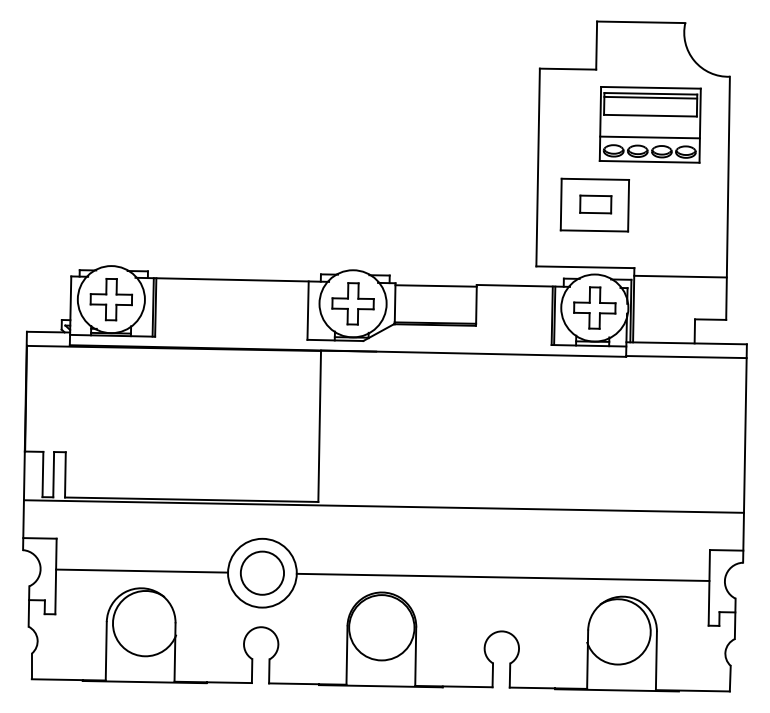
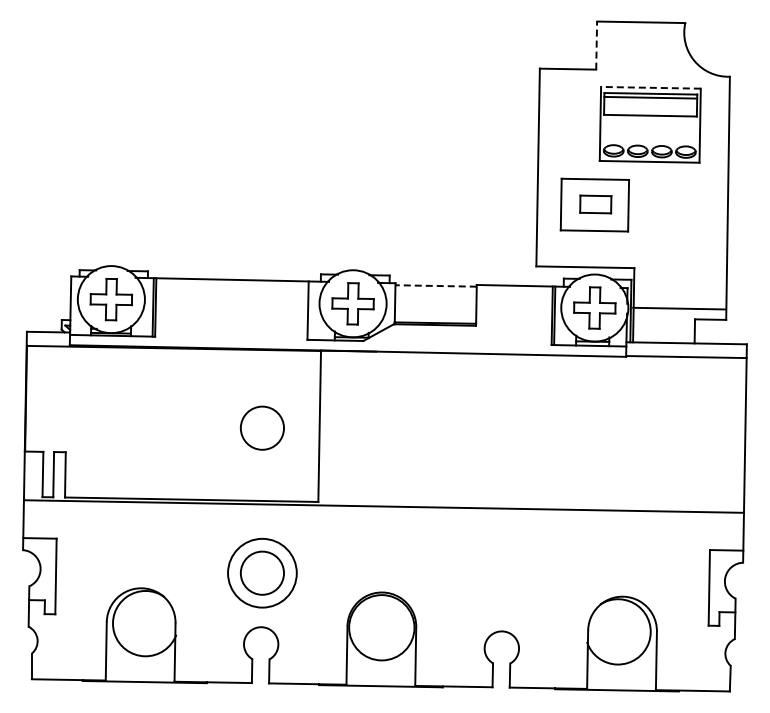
line at (596, 45): solid -> dashed
line at (650, 87): solid -> dashed
line at (649, 137): present -> none
line at (680, 276) position: (680, 276) -> (679, 308)
line at (436, 285): solid -> dashed
circle at (262, 427): none -> present
line at (142, 570): present -> none
line at (502, 576): present -> none
